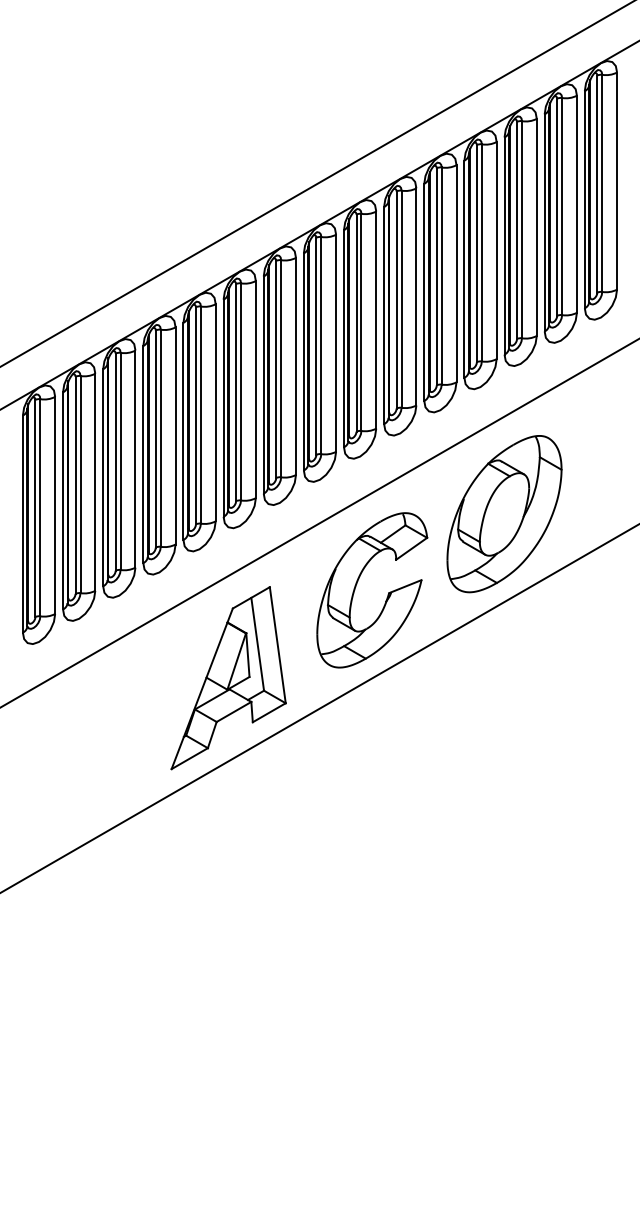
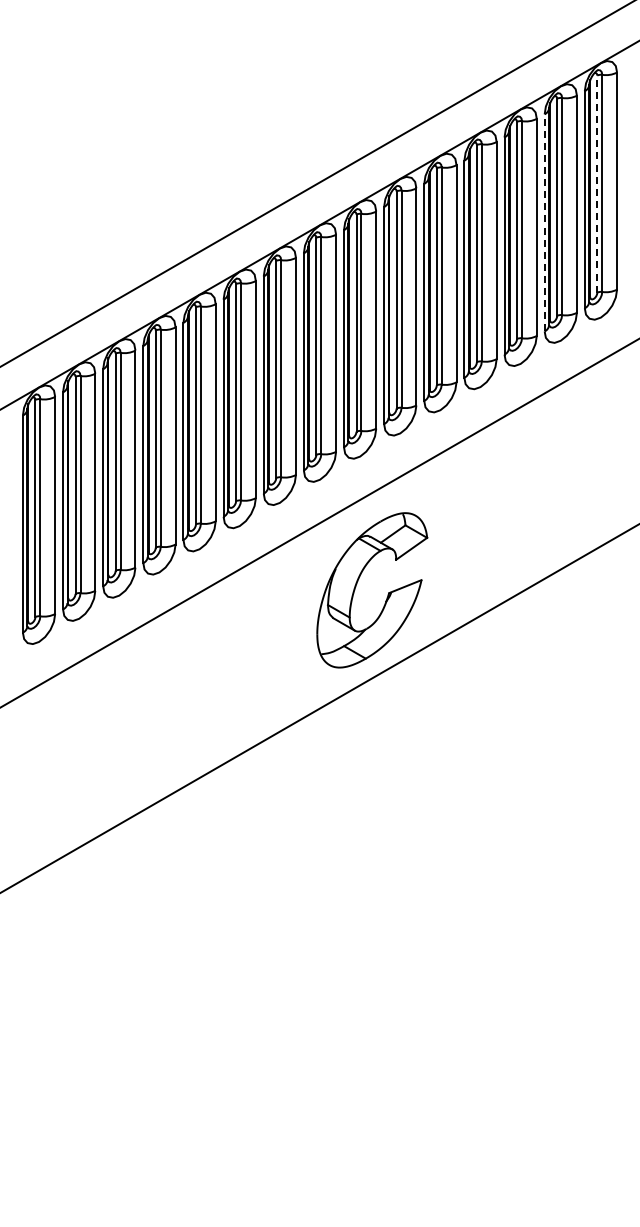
line at (597, 184): solid -> dashed
line at (544, 222): solid -> dashed
part at (504, 514): present -> none
part at (228, 678): present -> none
